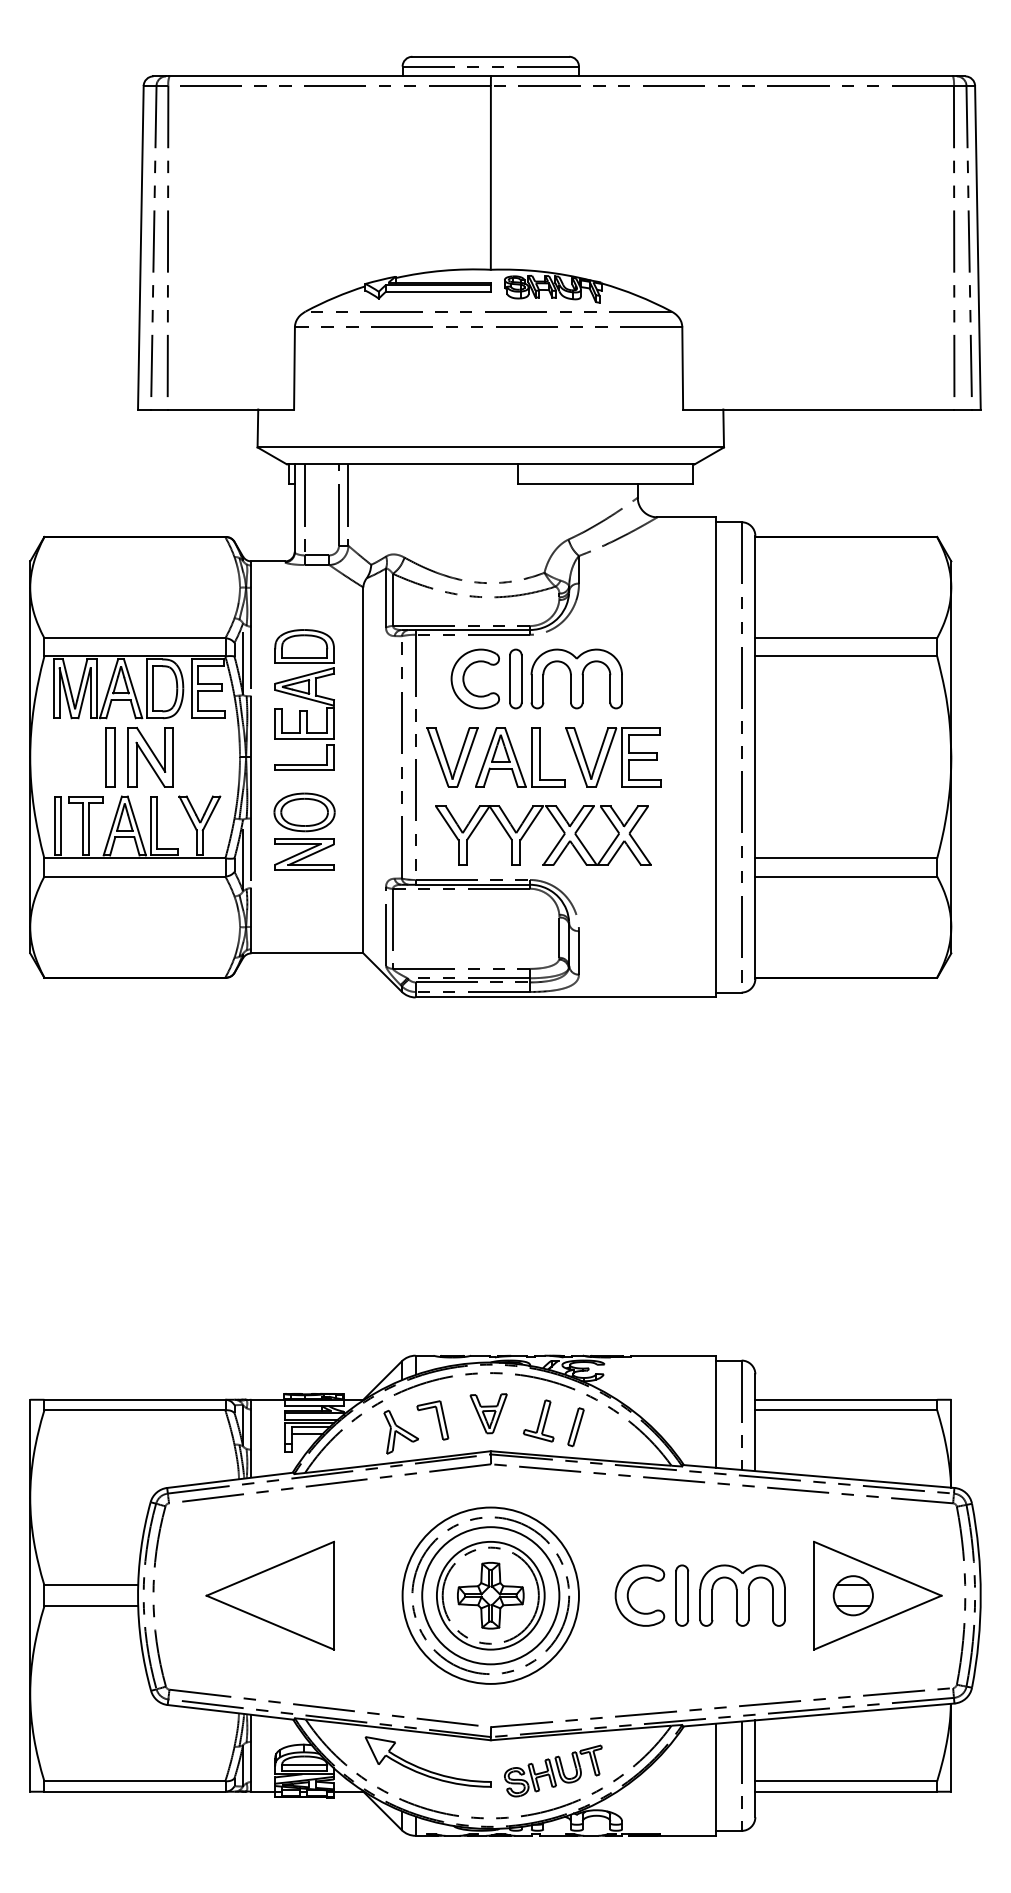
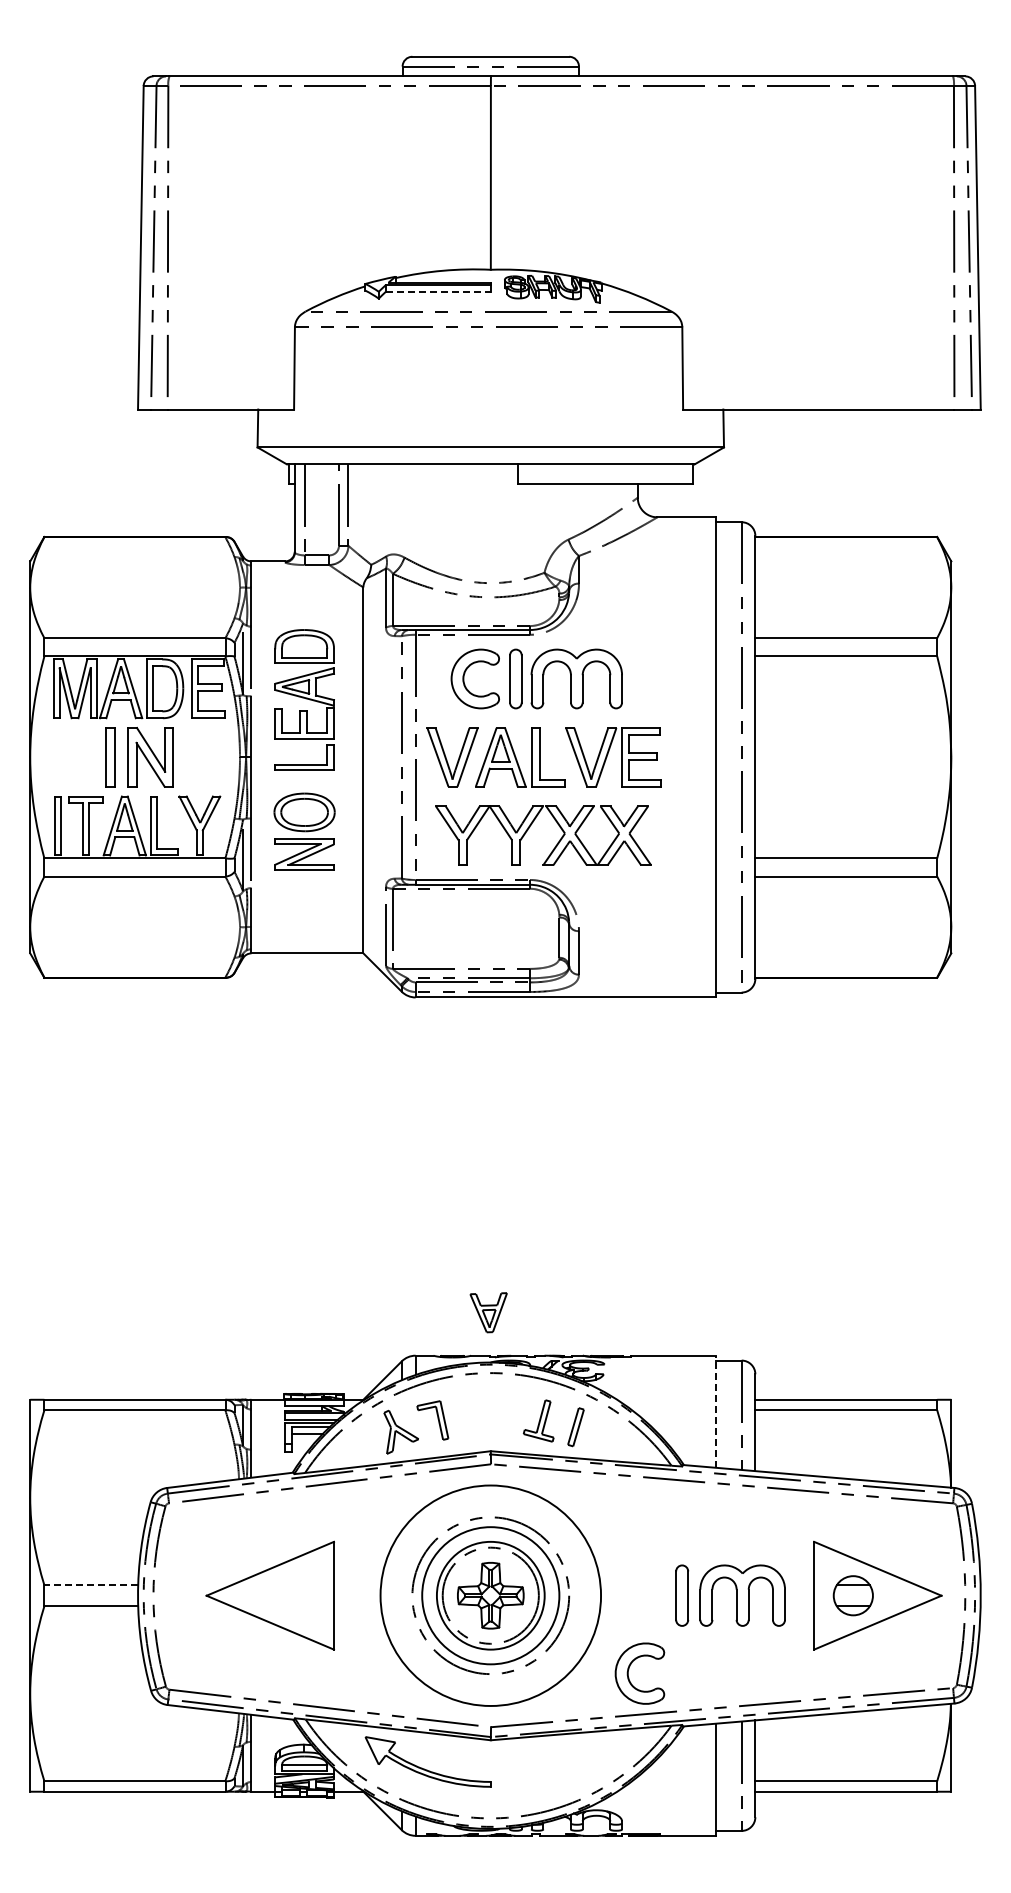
line at (438, 291): solid -> dashed
line at (716, 1411): solid -> dashed
part at (488, 1413) position: (488, 1413) -> (488, 1312)
line at (91, 1585): solid -> dashed
part at (629, 1591) position: (629, 1591) -> (629, 1669)
circle at (490, 1595) diameter: 176 px -> 220 px
part at (553, 1770): present -> none
